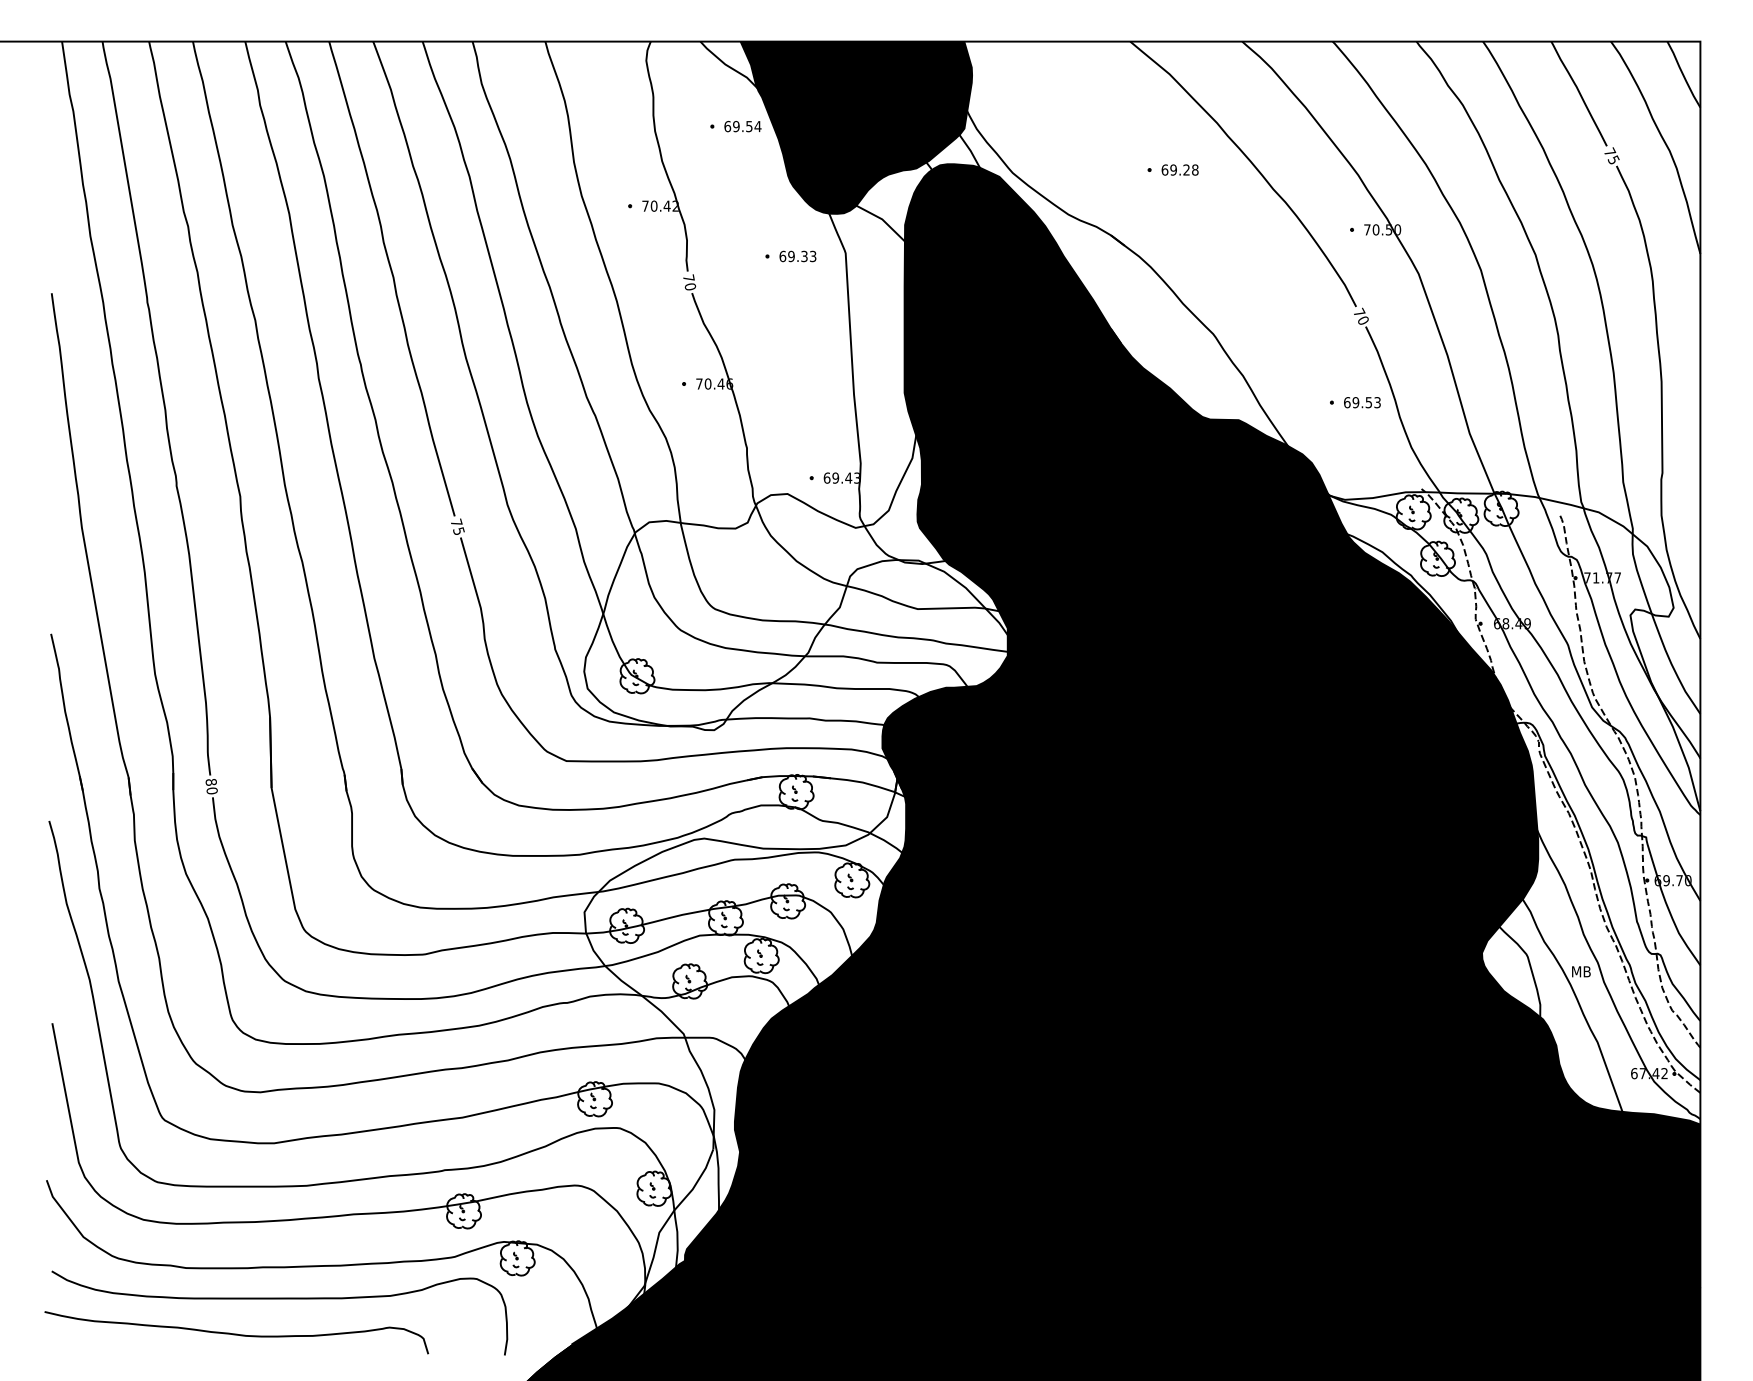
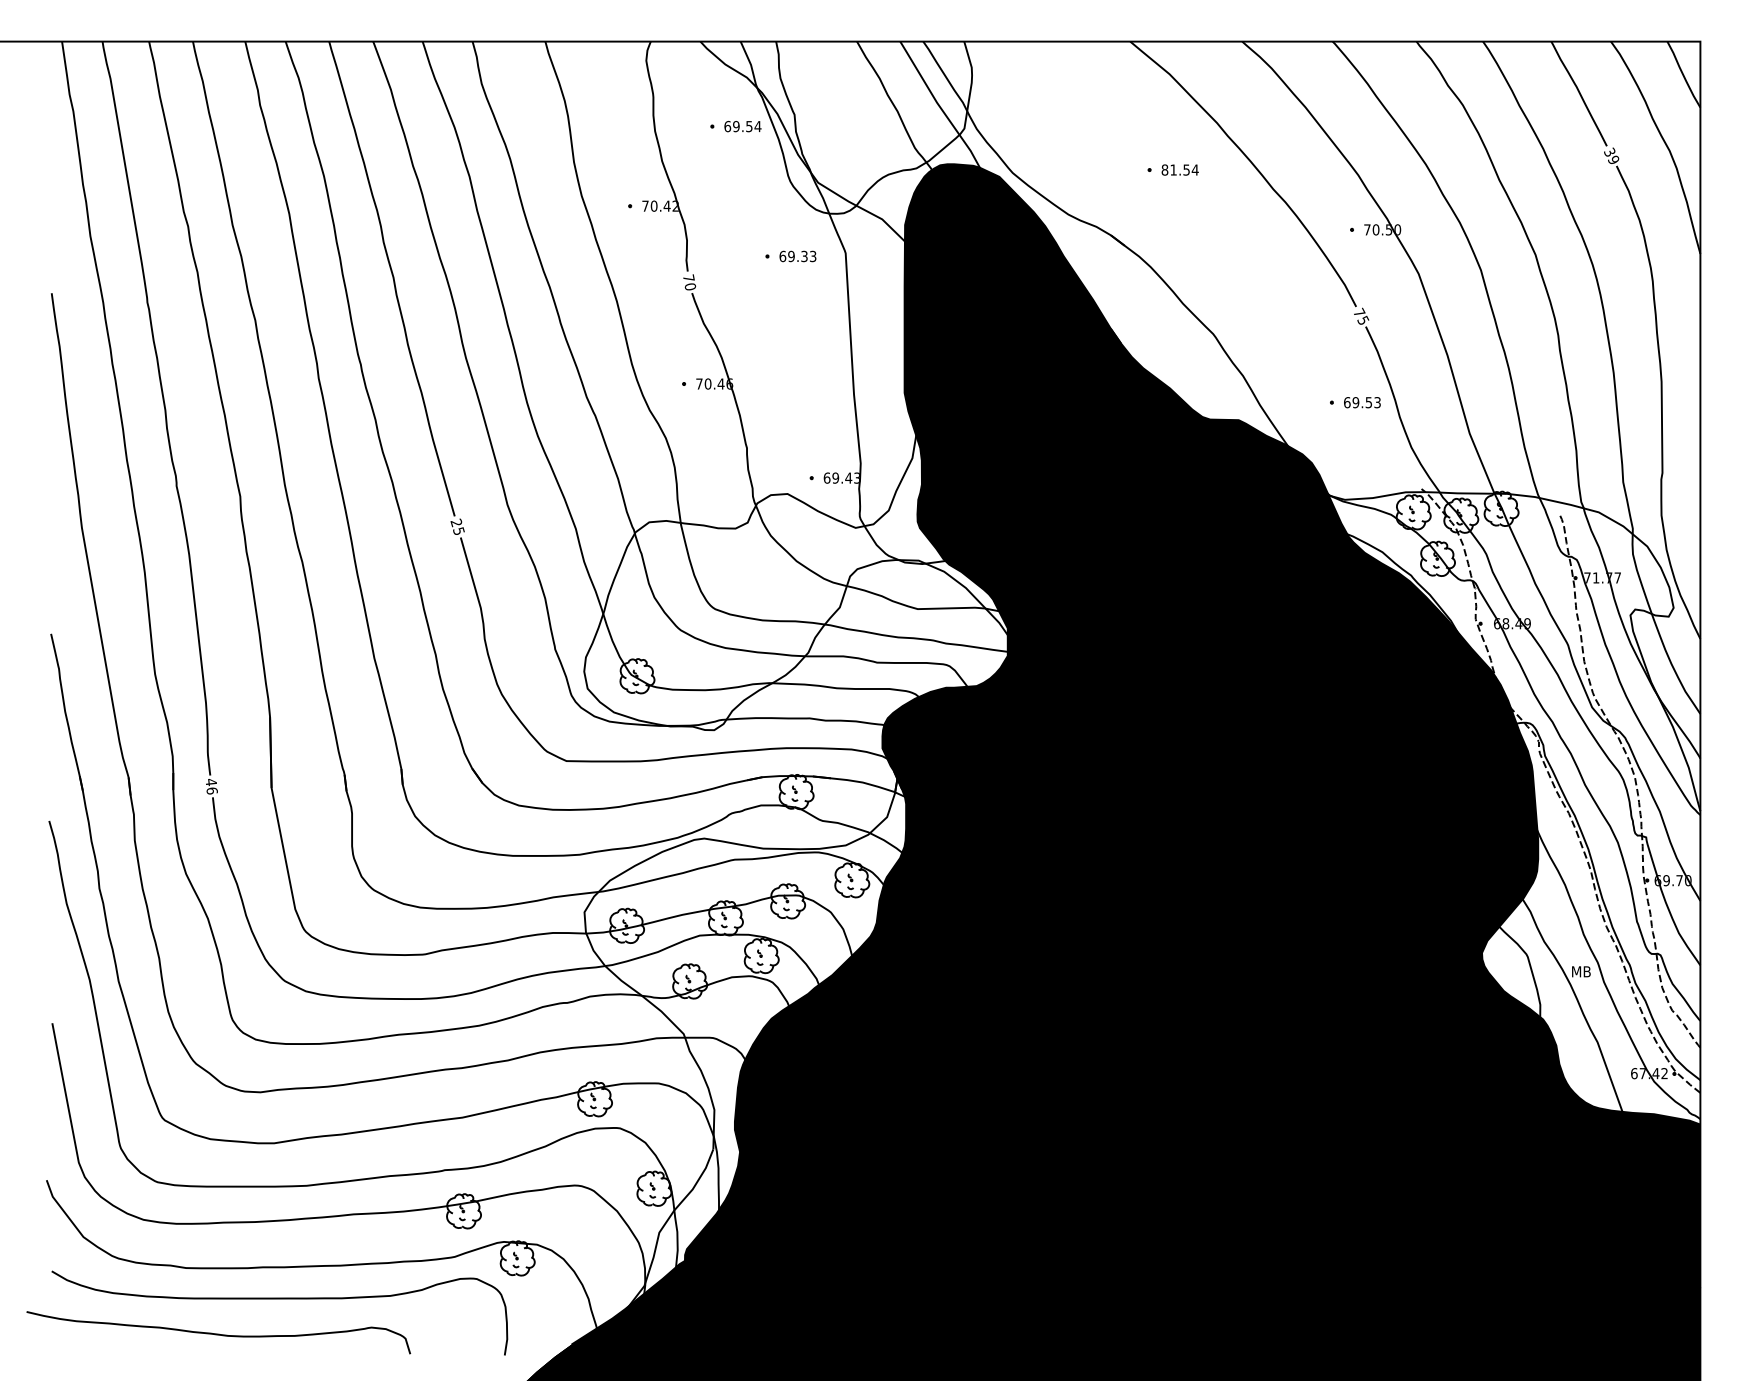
fill at (856, 127): present -> none
text at (1611, 155): 75 -> 39
text at (1179, 169): 69.28 -> 81.54
text at (1363, 319): 70 -> 75
text at (456, 522): 75 -> 25
text at (211, 786): 80 -> 46
curve at (236, 1333) position: (236, 1333) -> (218, 1333)
